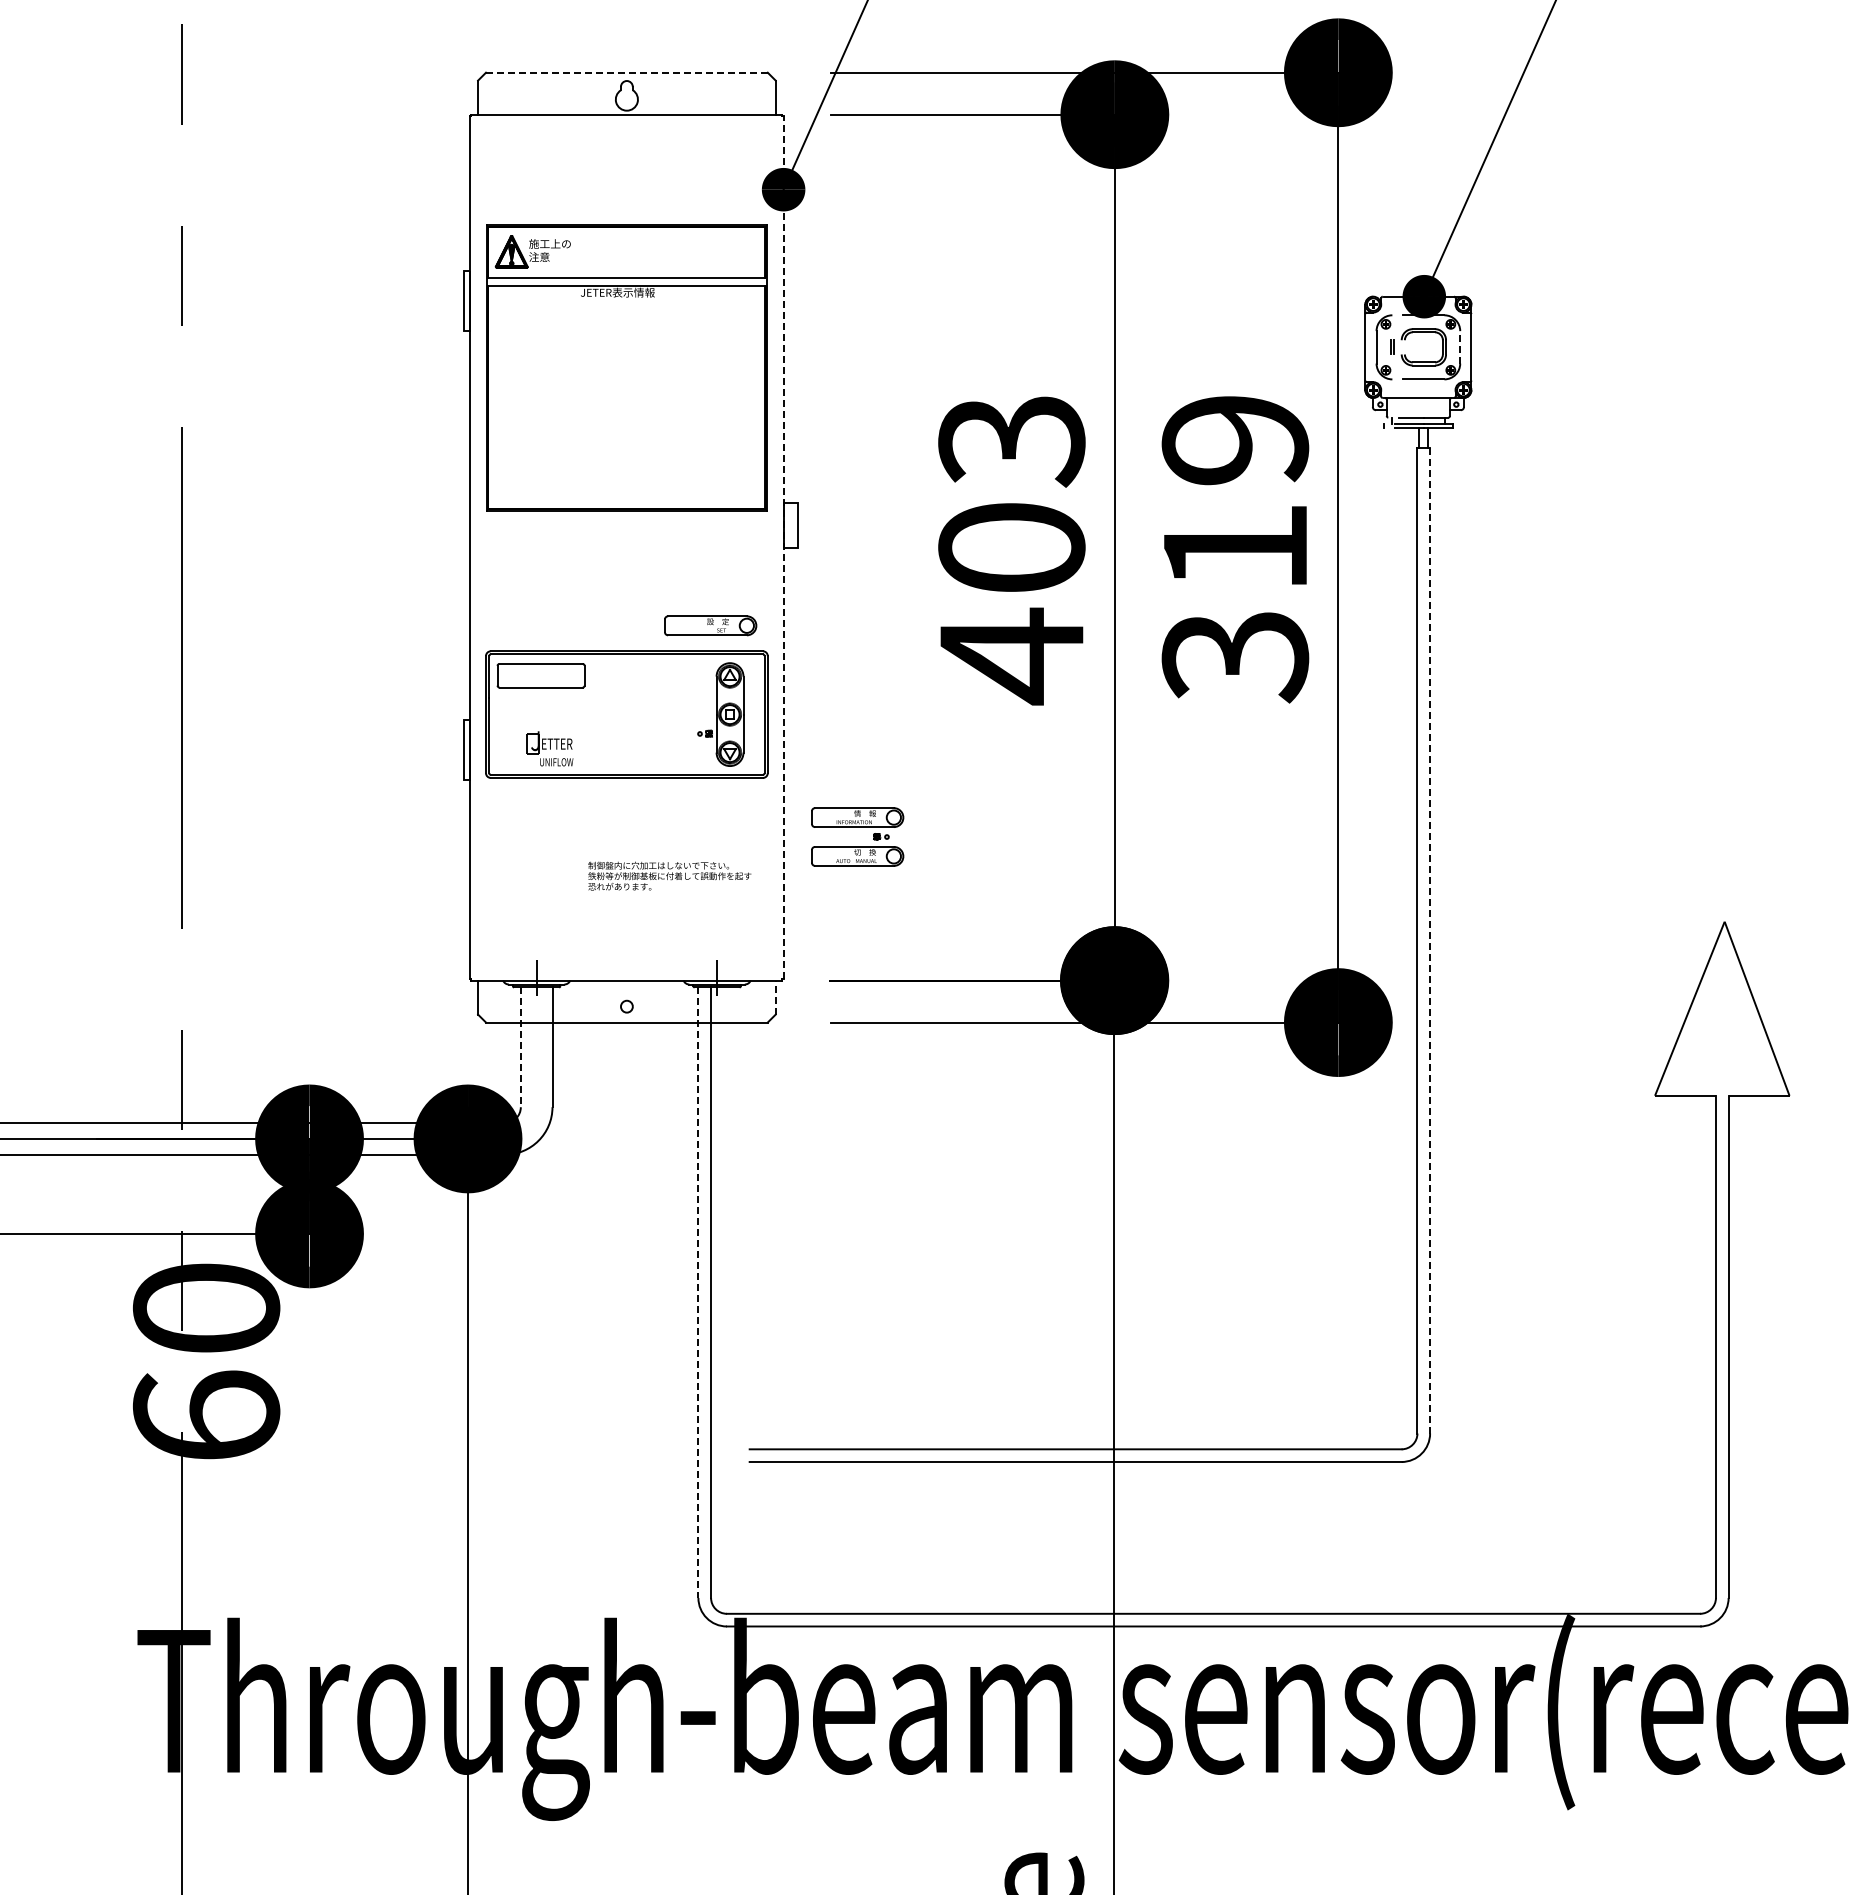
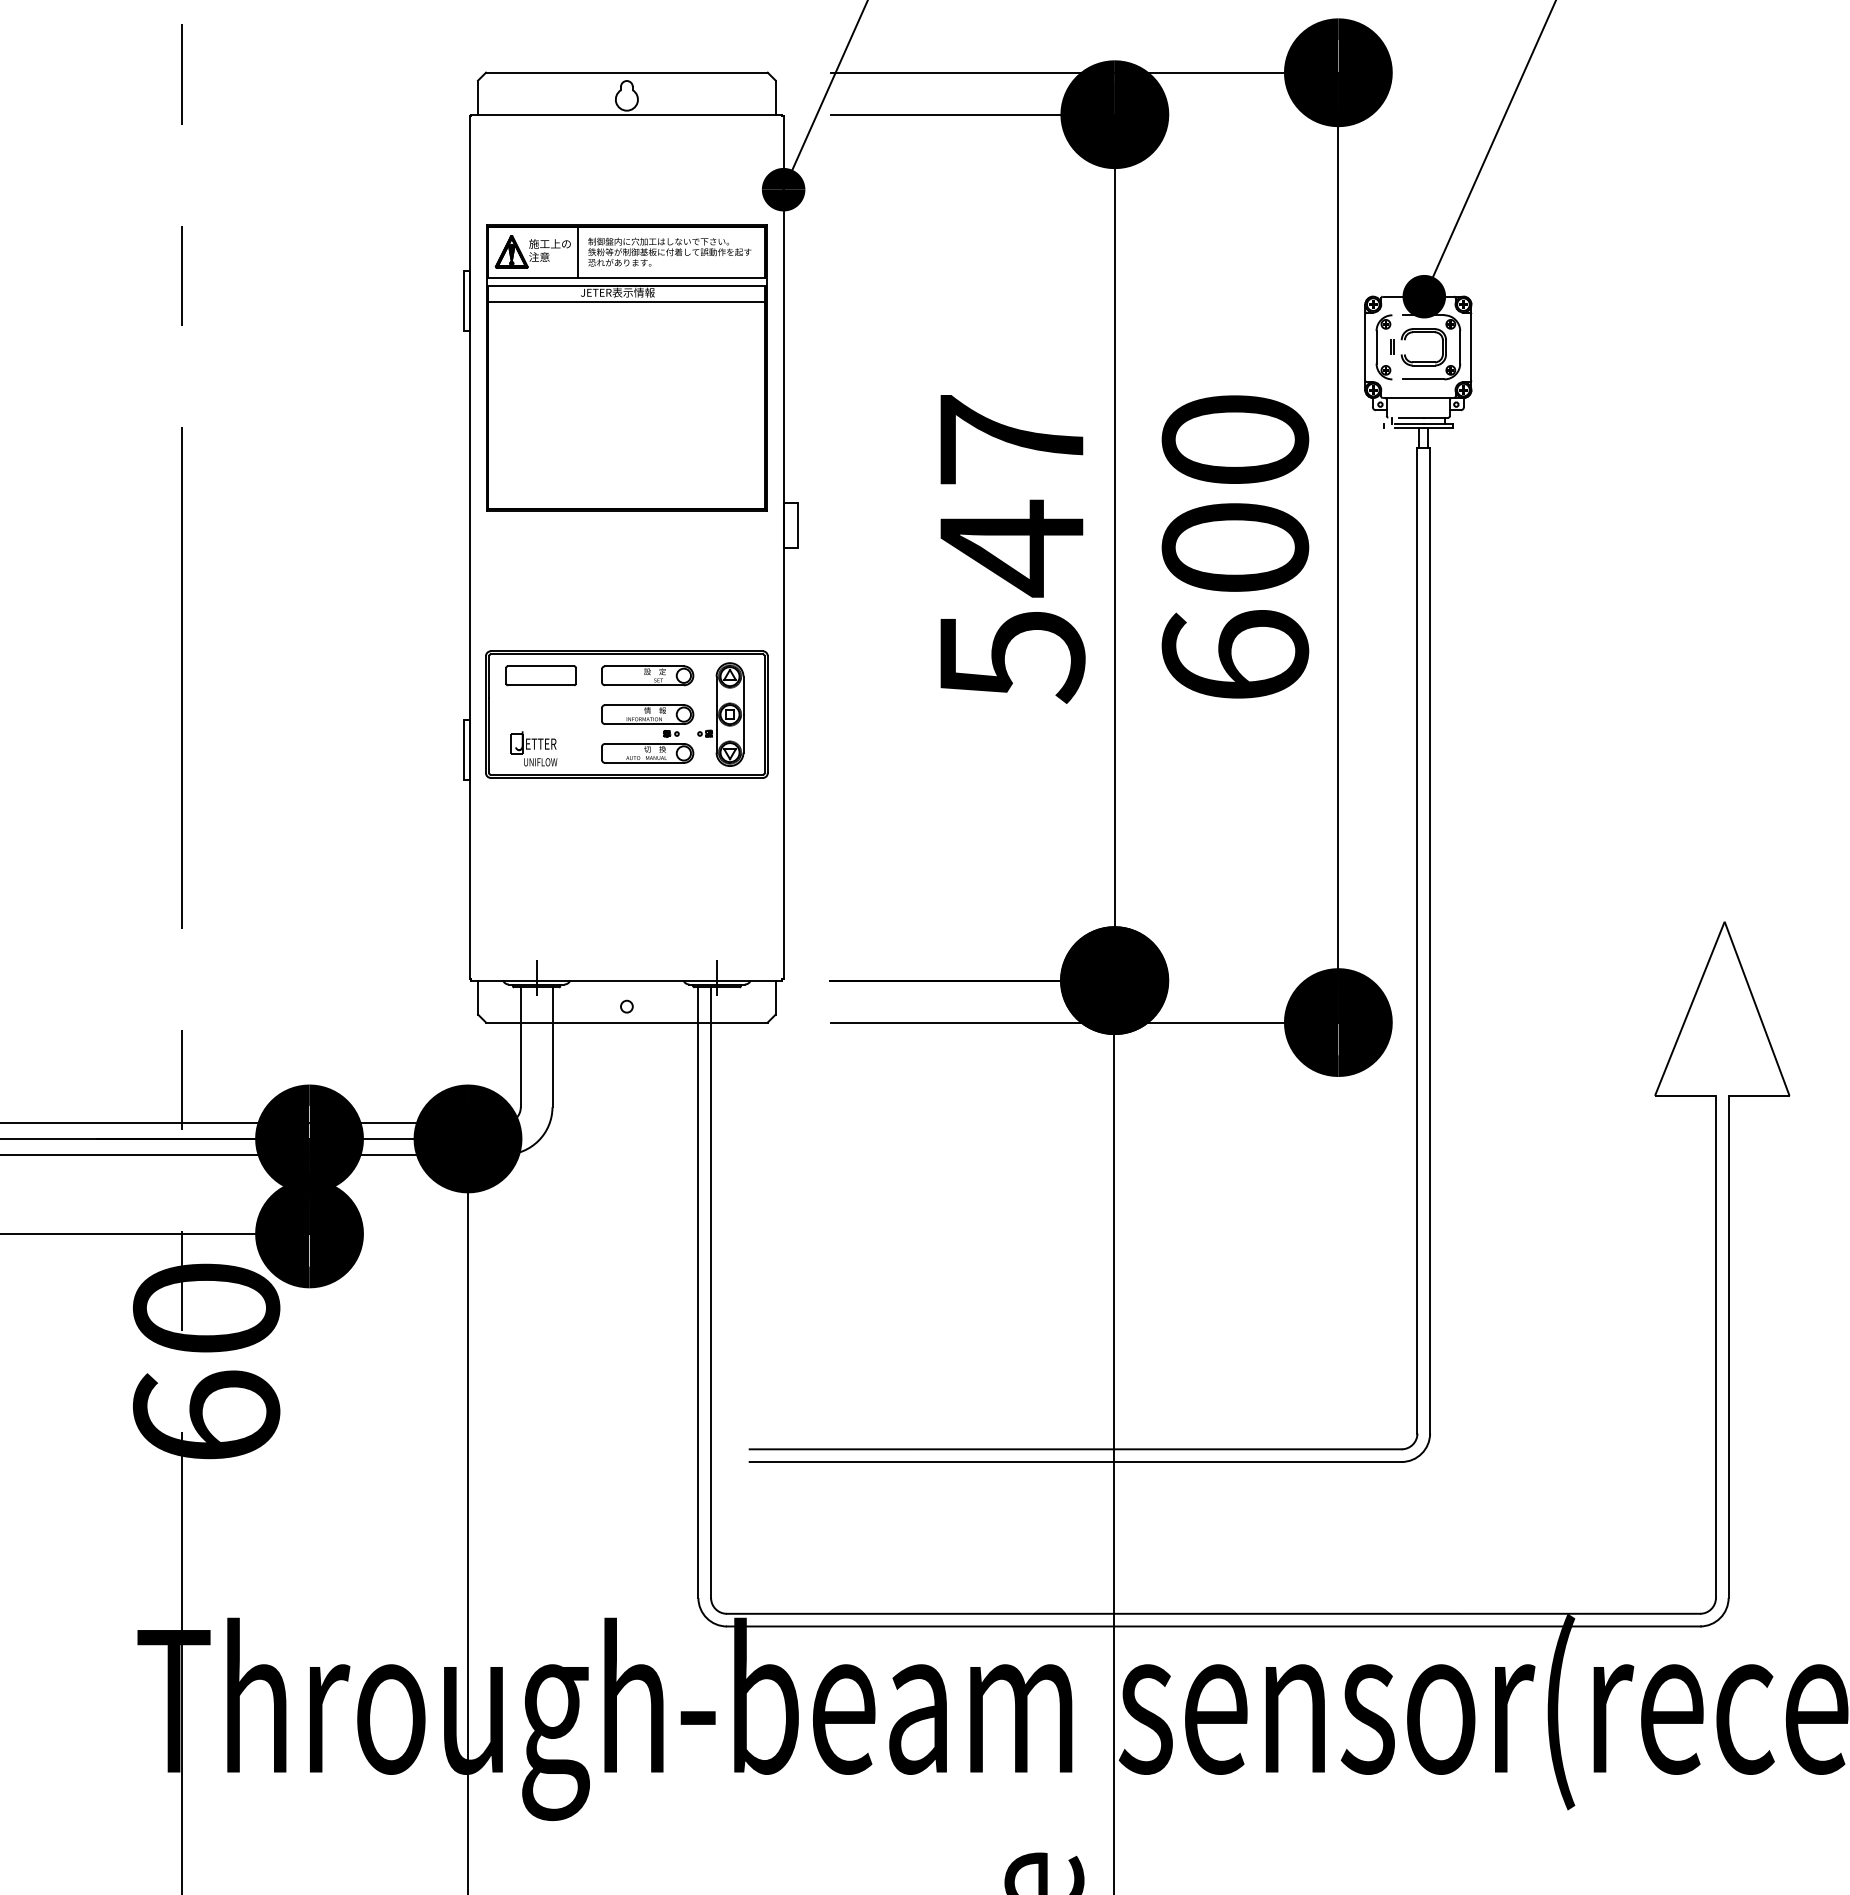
line at (626, 72): dashed -> solid
line at (577, 252): none -> present
line at (626, 301): none -> present
line at (1460, 346): dashed -> solid
line at (783, 547): dashed -> solid
text at (1235, 549): 319 -> 600
text at (1011, 550): 403 -> 547
part at (710, 625) position: (710, 625) -> (647, 675)
part at (540, 675) size: 90x26 px -> 72x22 px
part at (549, 748) position: (549, 748) -> (533, 748)
part at (857, 827) position: (857, 827) -> (647, 724)
text at (669, 875) position: (669, 875) -> (669, 251)
line at (1430, 940): dashed -> solid
line at (775, 997): dashed -> solid
line at (520, 1047): dashed -> solid
line at (698, 1293): dashed -> solid
